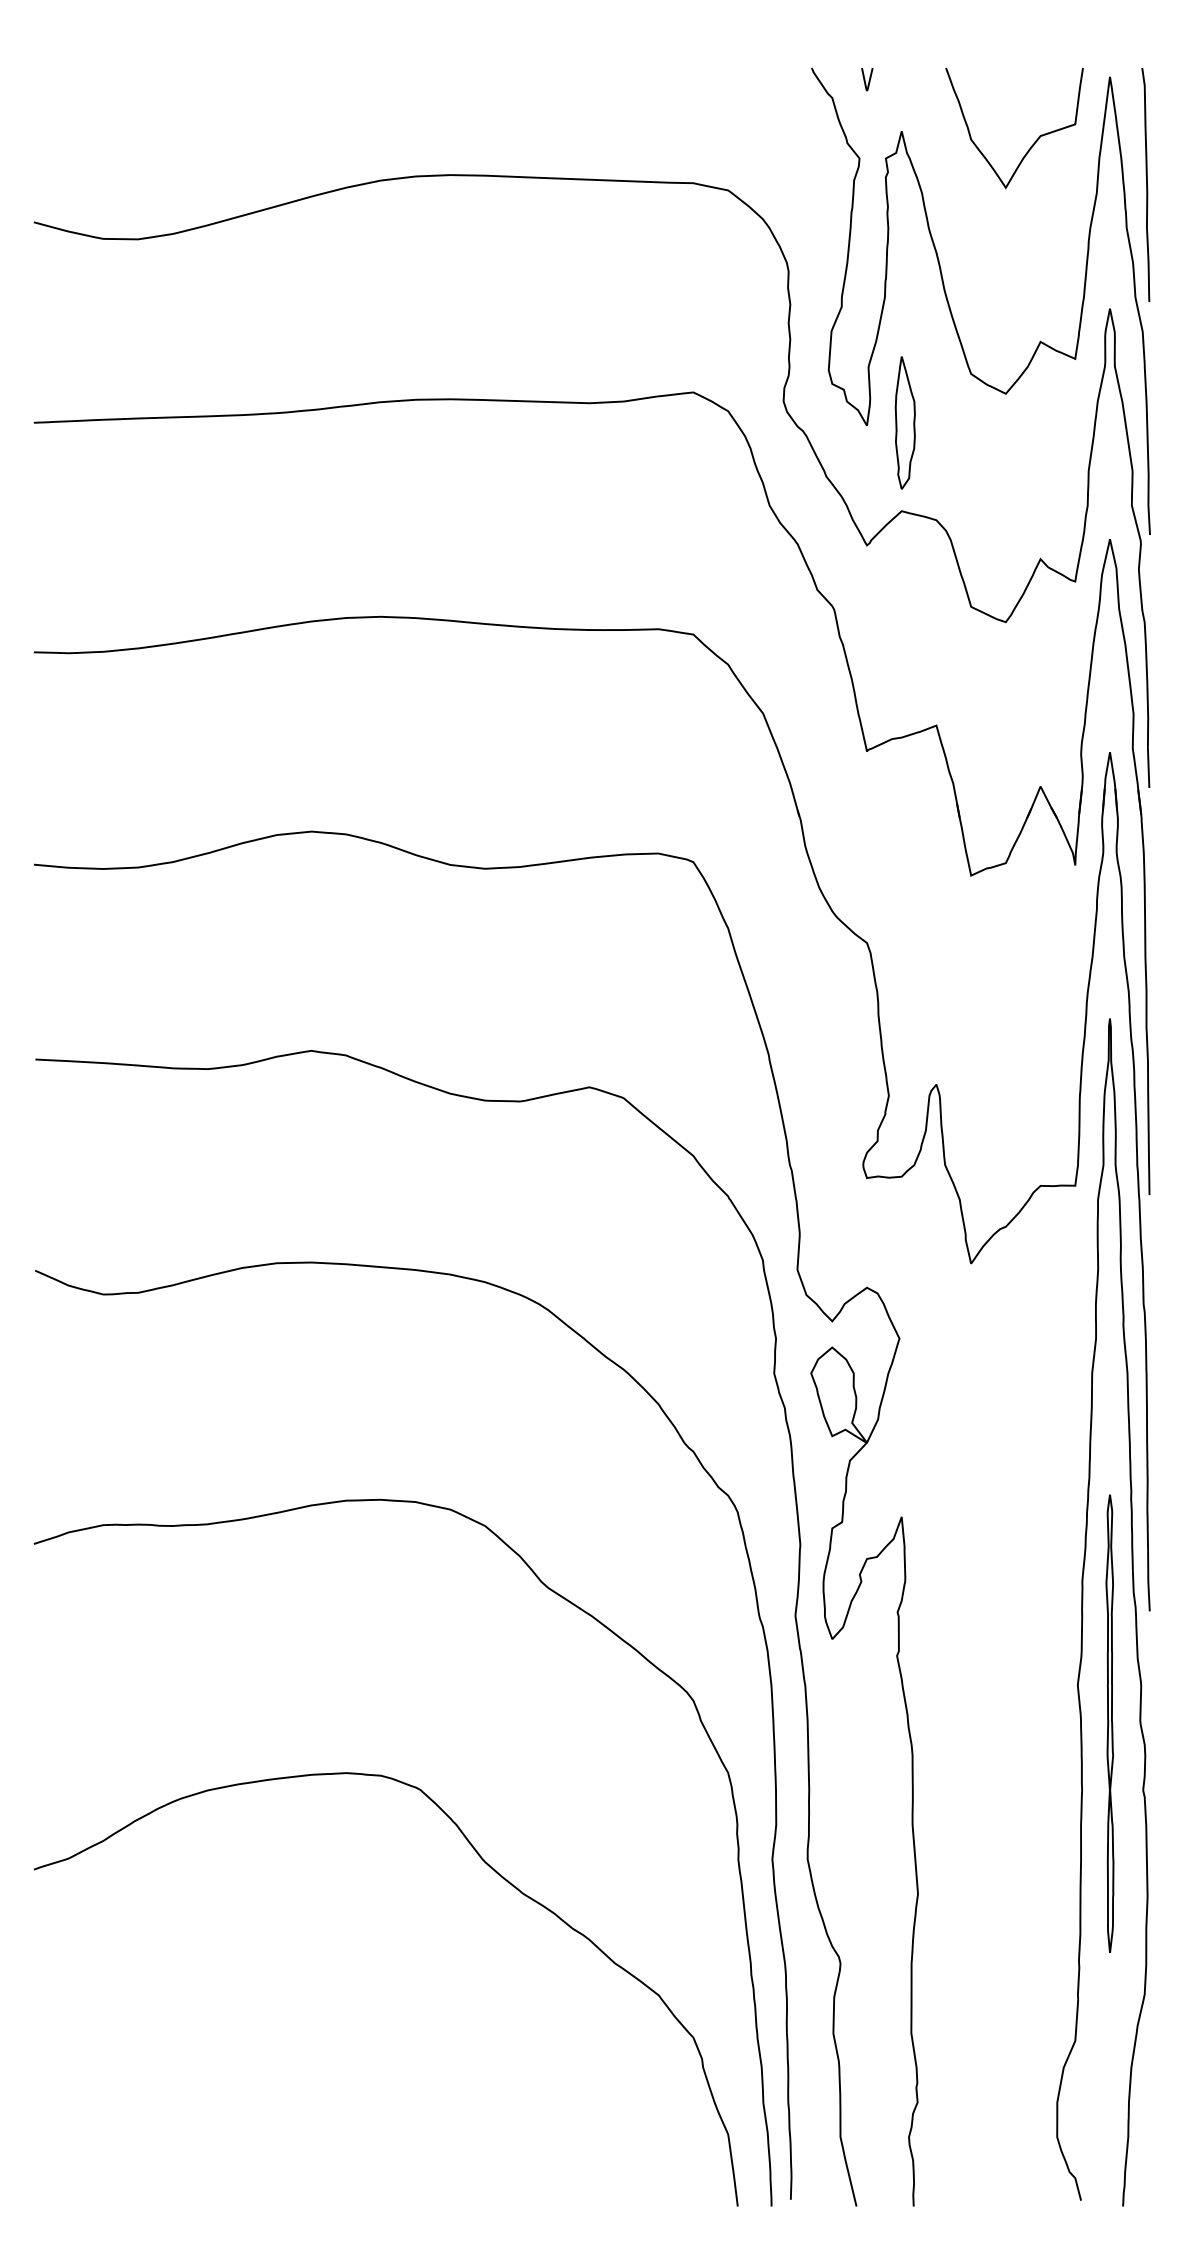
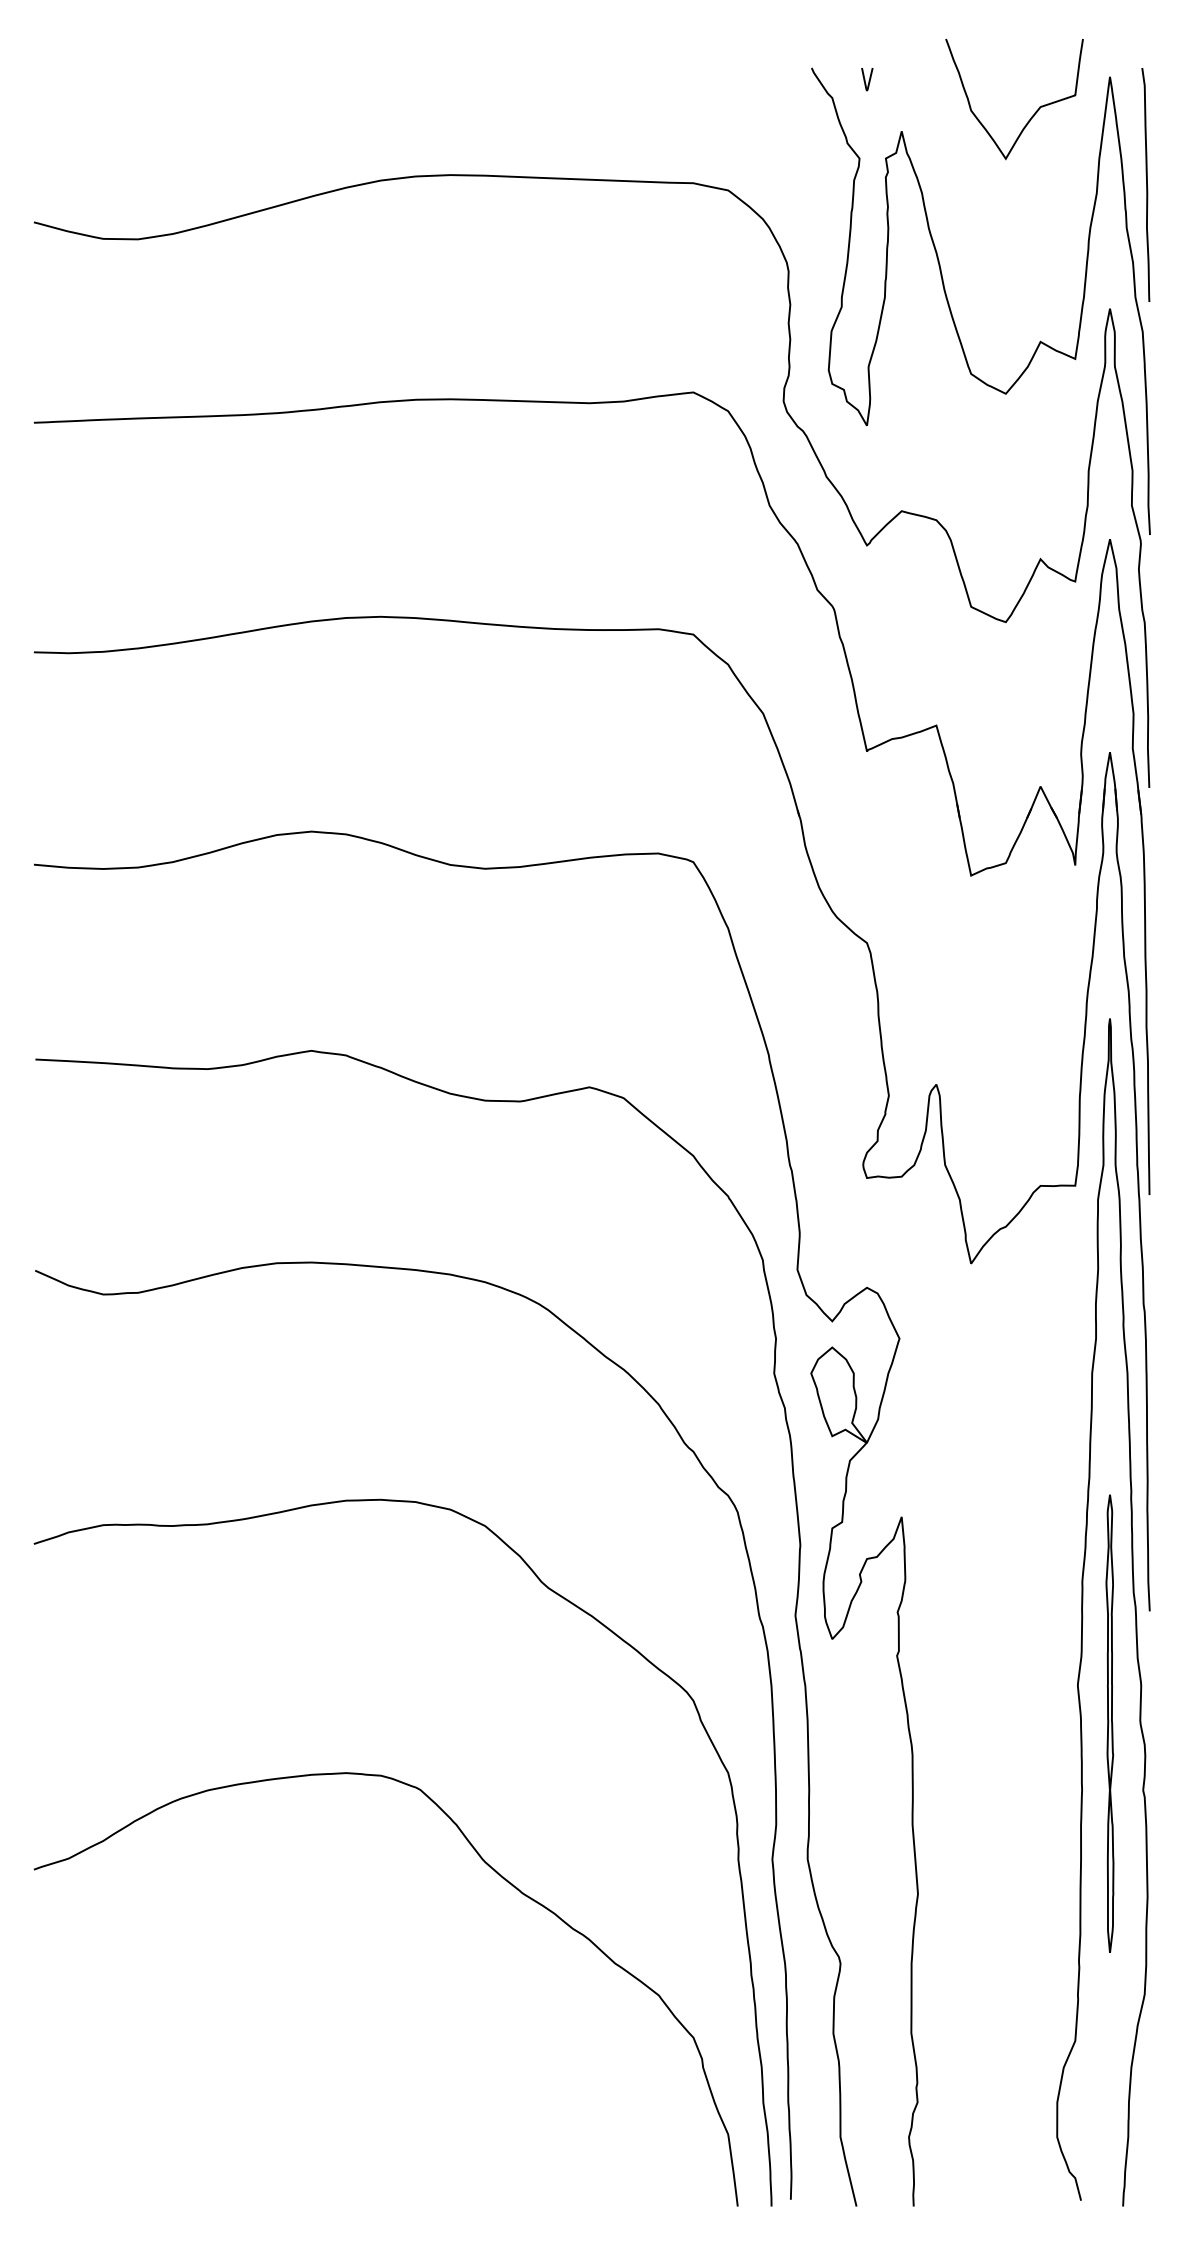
curve at (1034, 141) position: (1034, 141) -> (1034, 112)
part at (904, 422): present -> none
